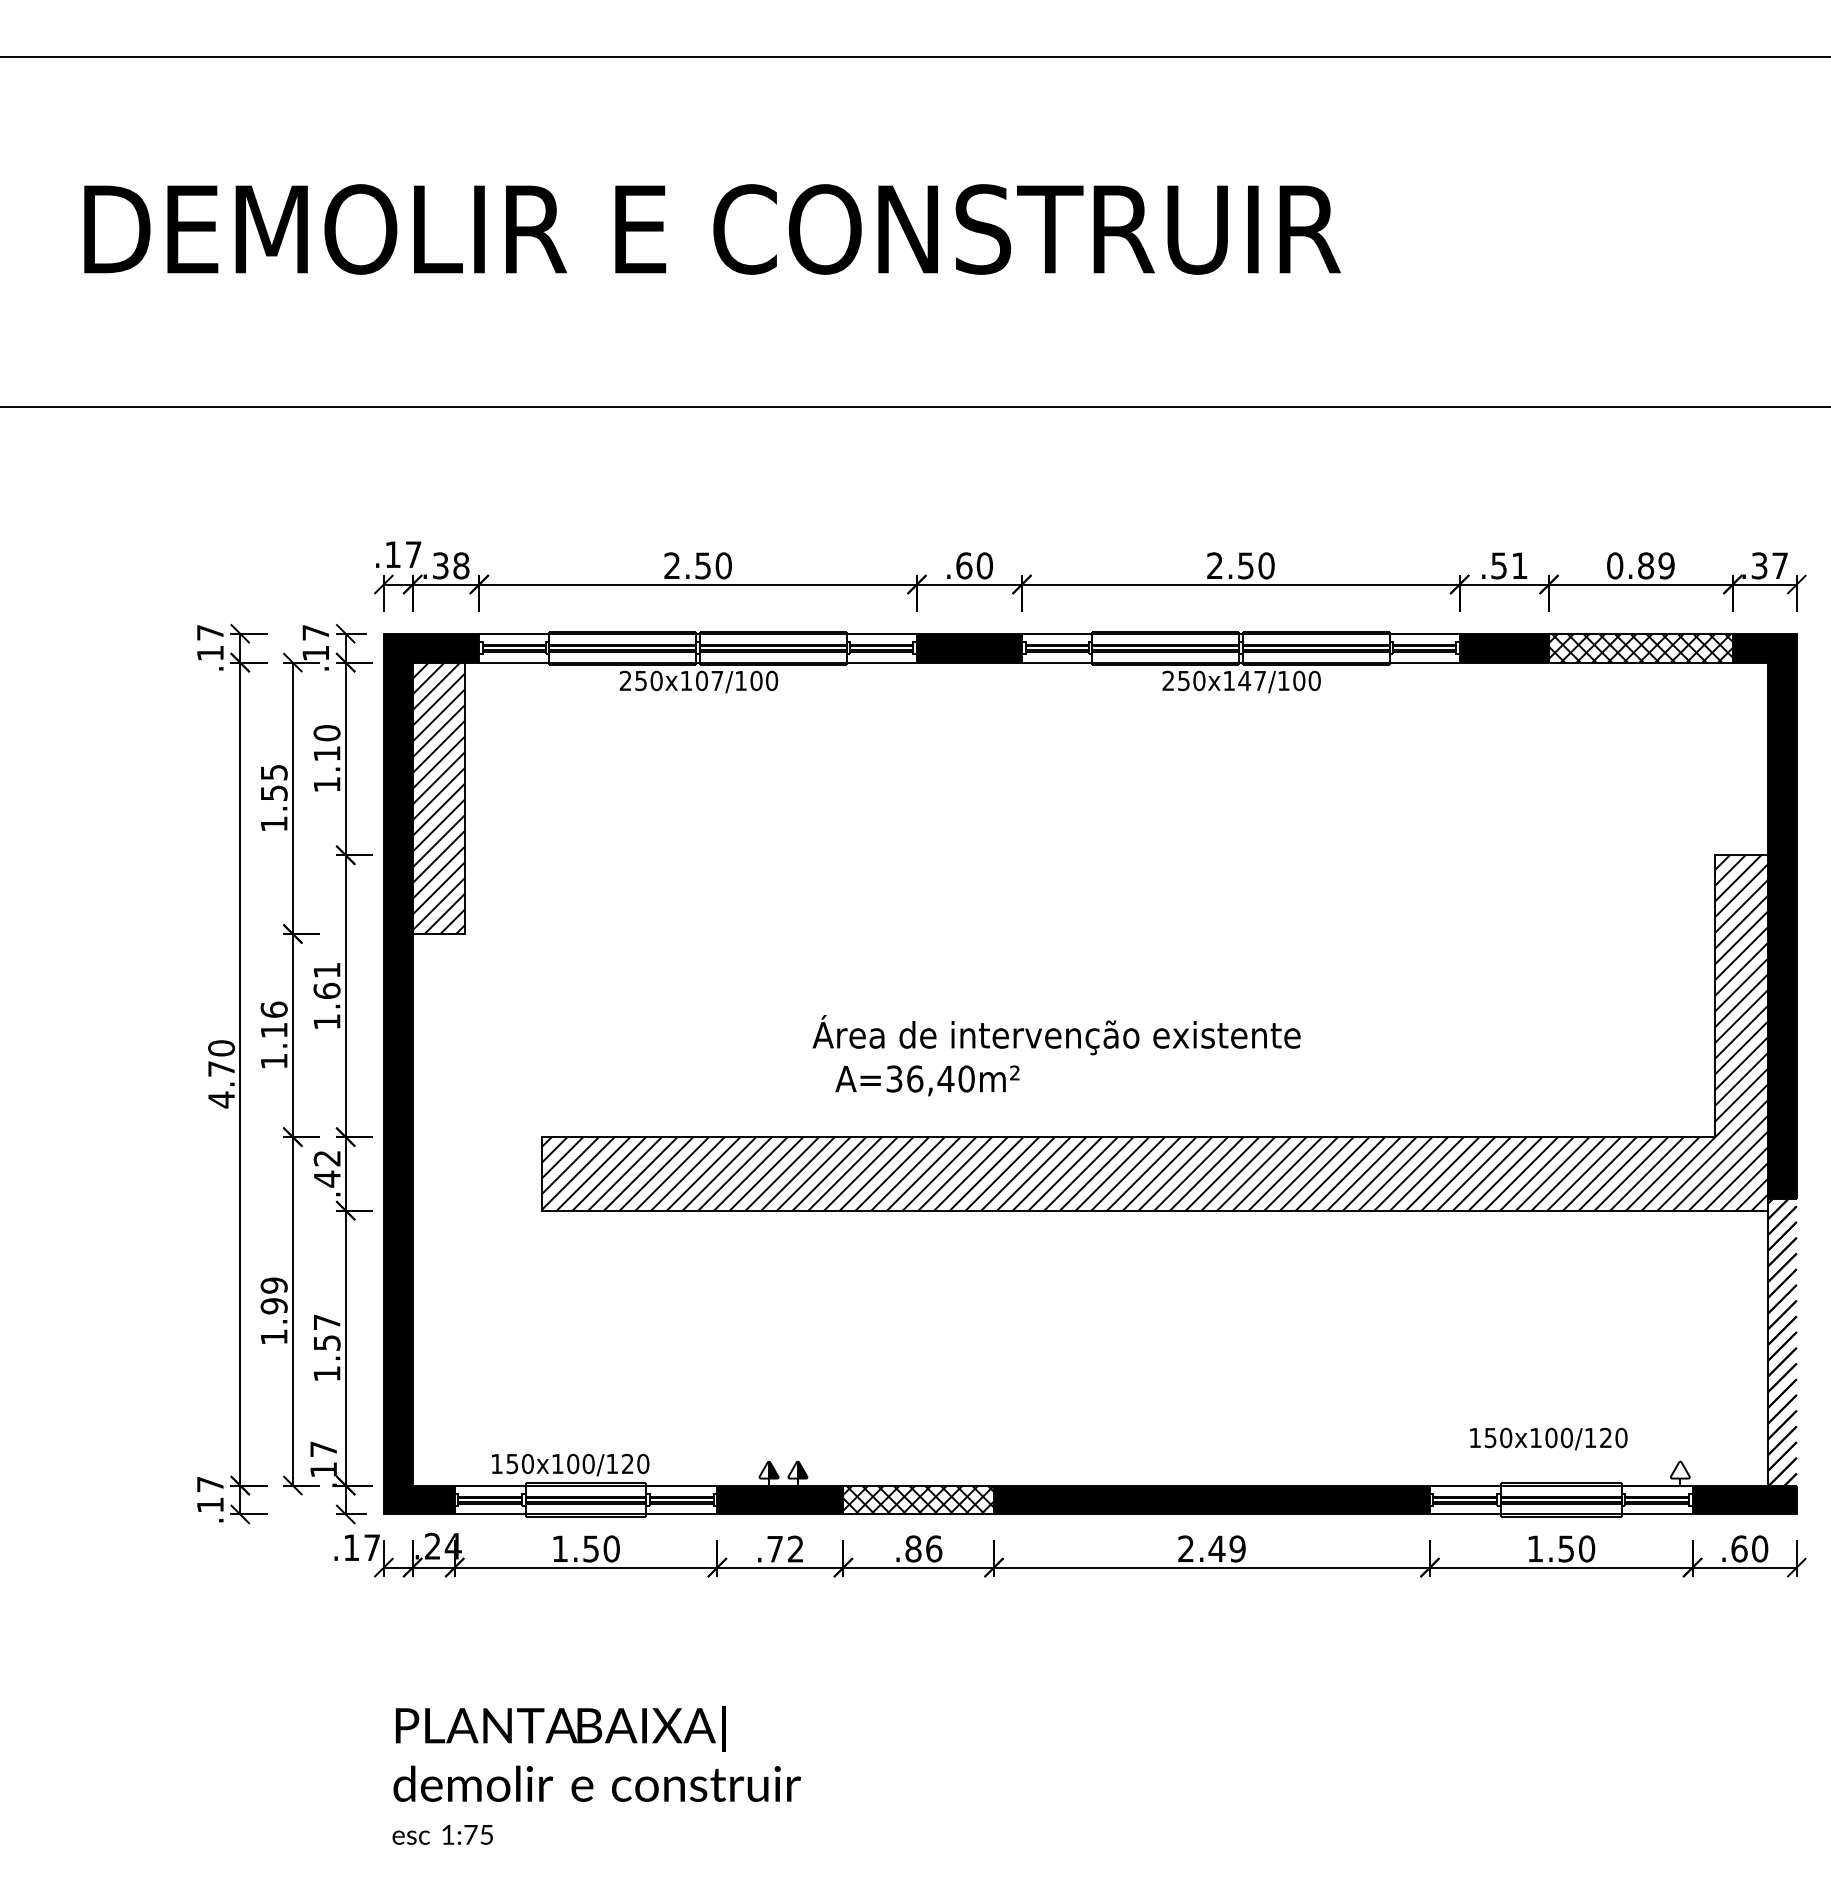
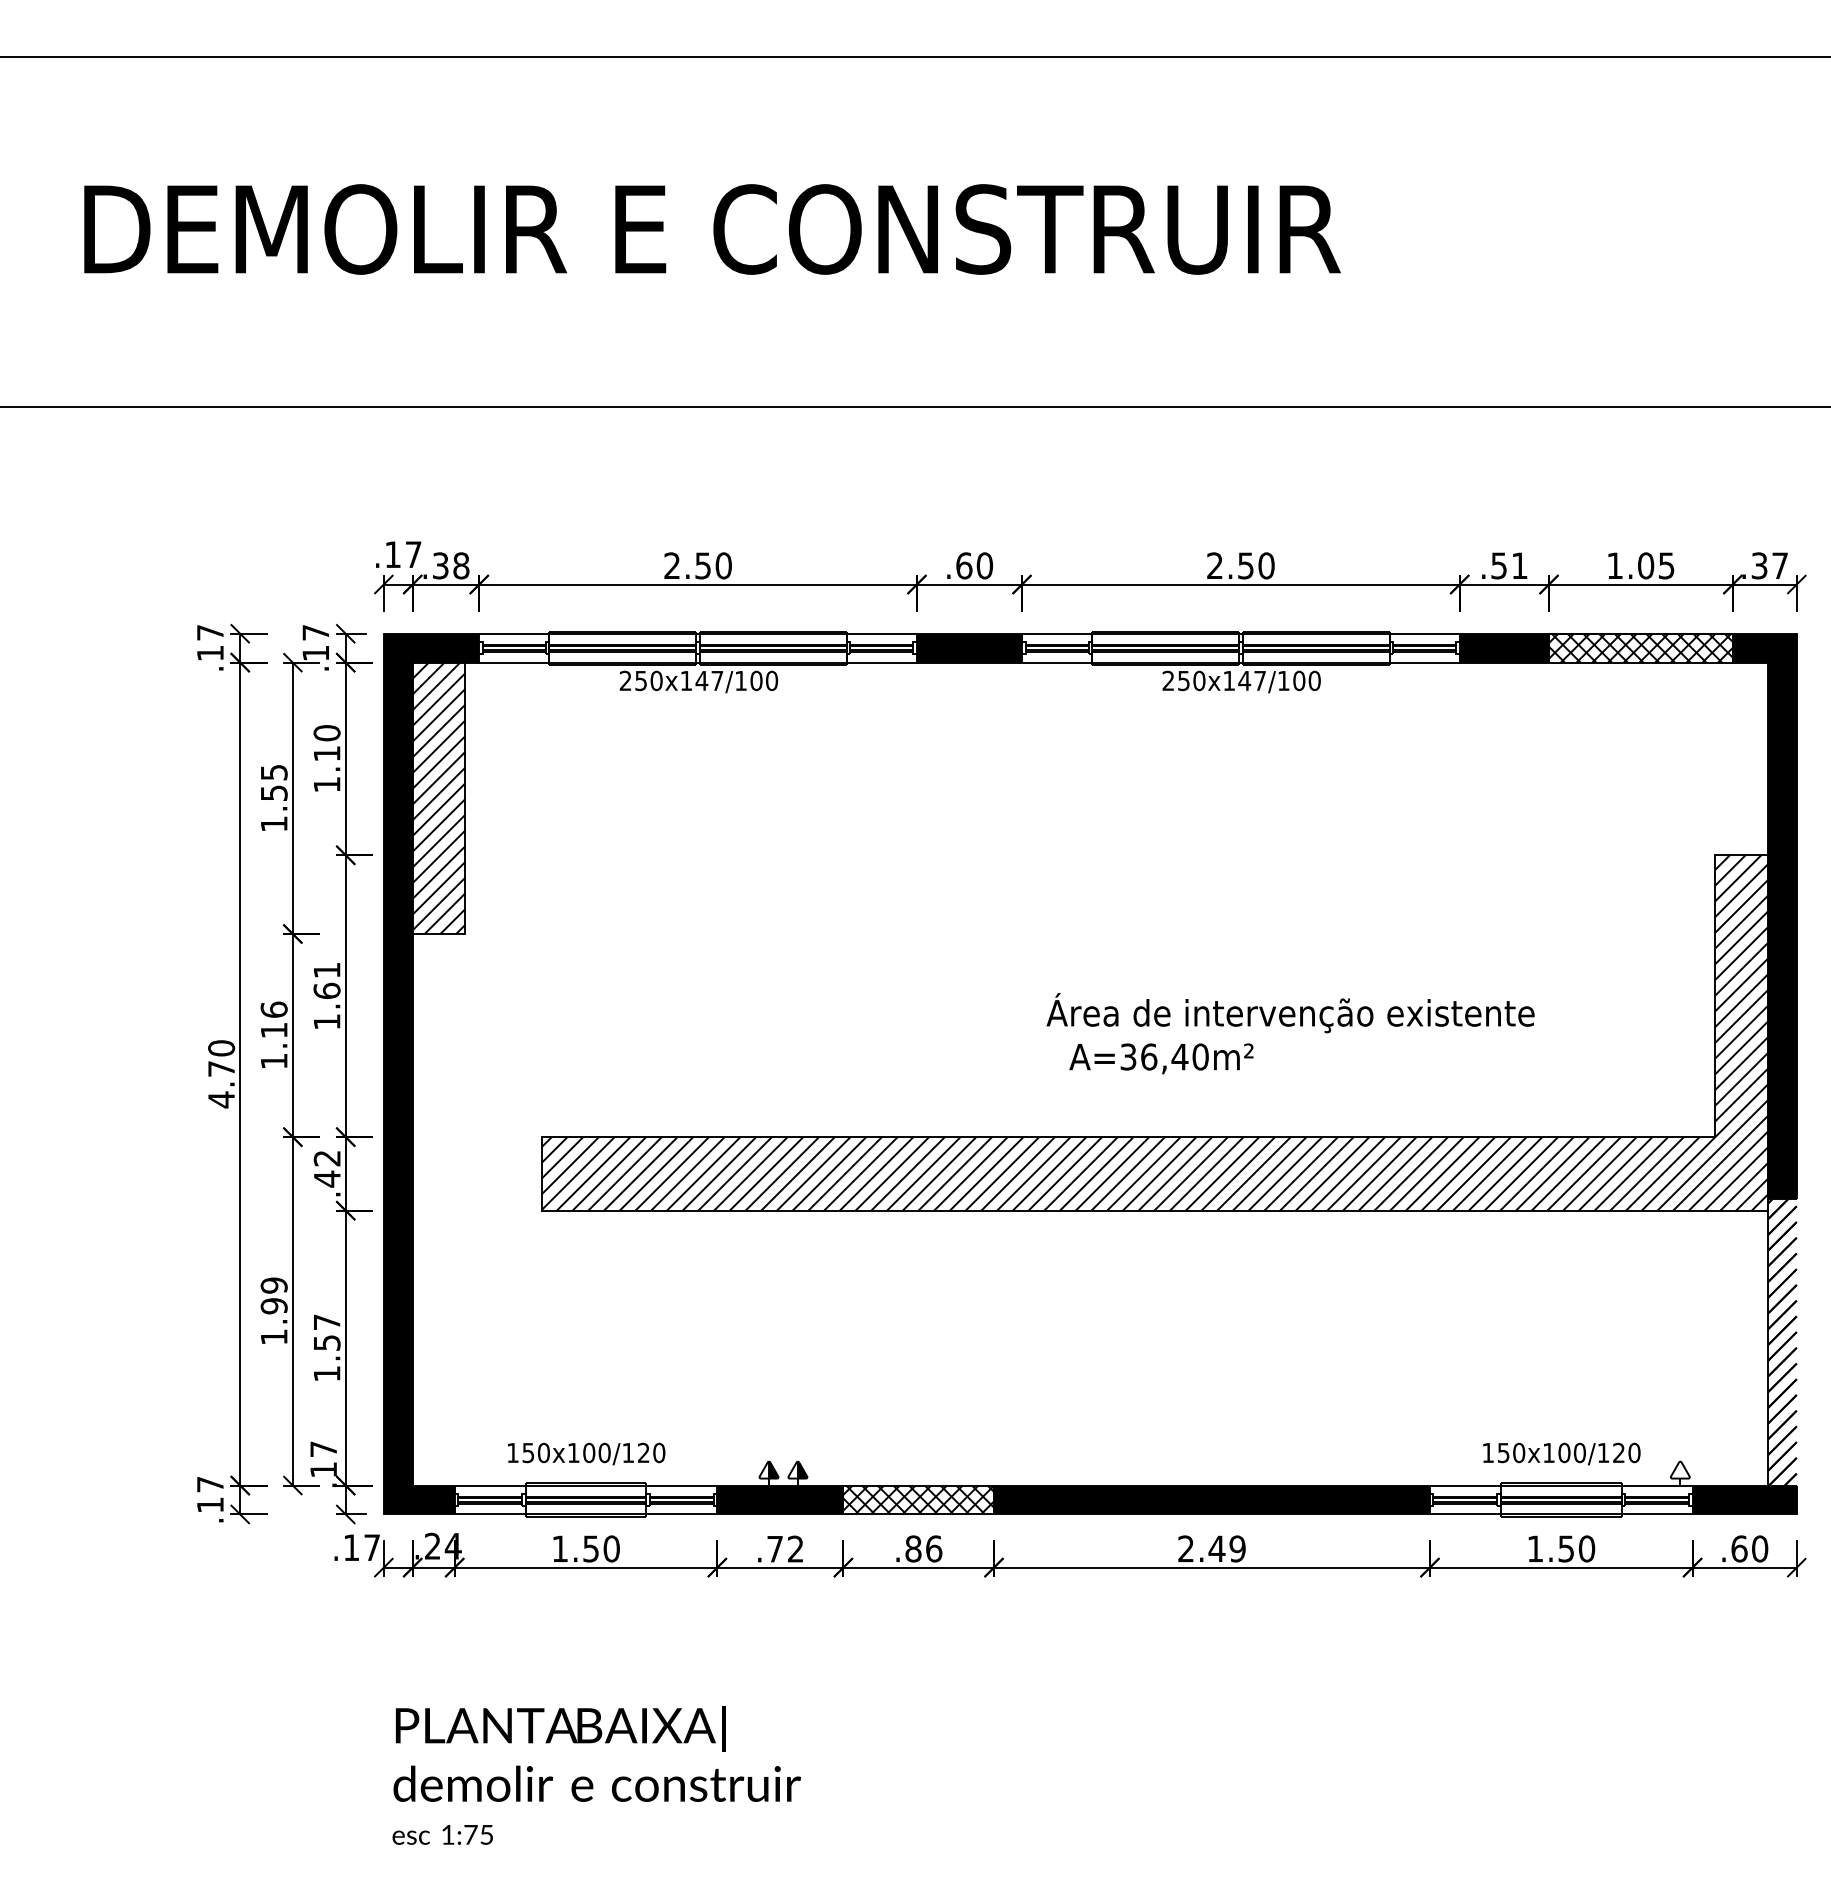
text at (1640, 565): 0.89 -> 1.05
text at (701, 680): 250x107/100 -> 250x147/100
text at (1056, 1055) position: (1056, 1055) -> (1290, 1033)
text at (1548, 1438) position: (1548, 1438) -> (1561, 1453)
text at (570, 1464) position: (570, 1464) -> (586, 1453)
